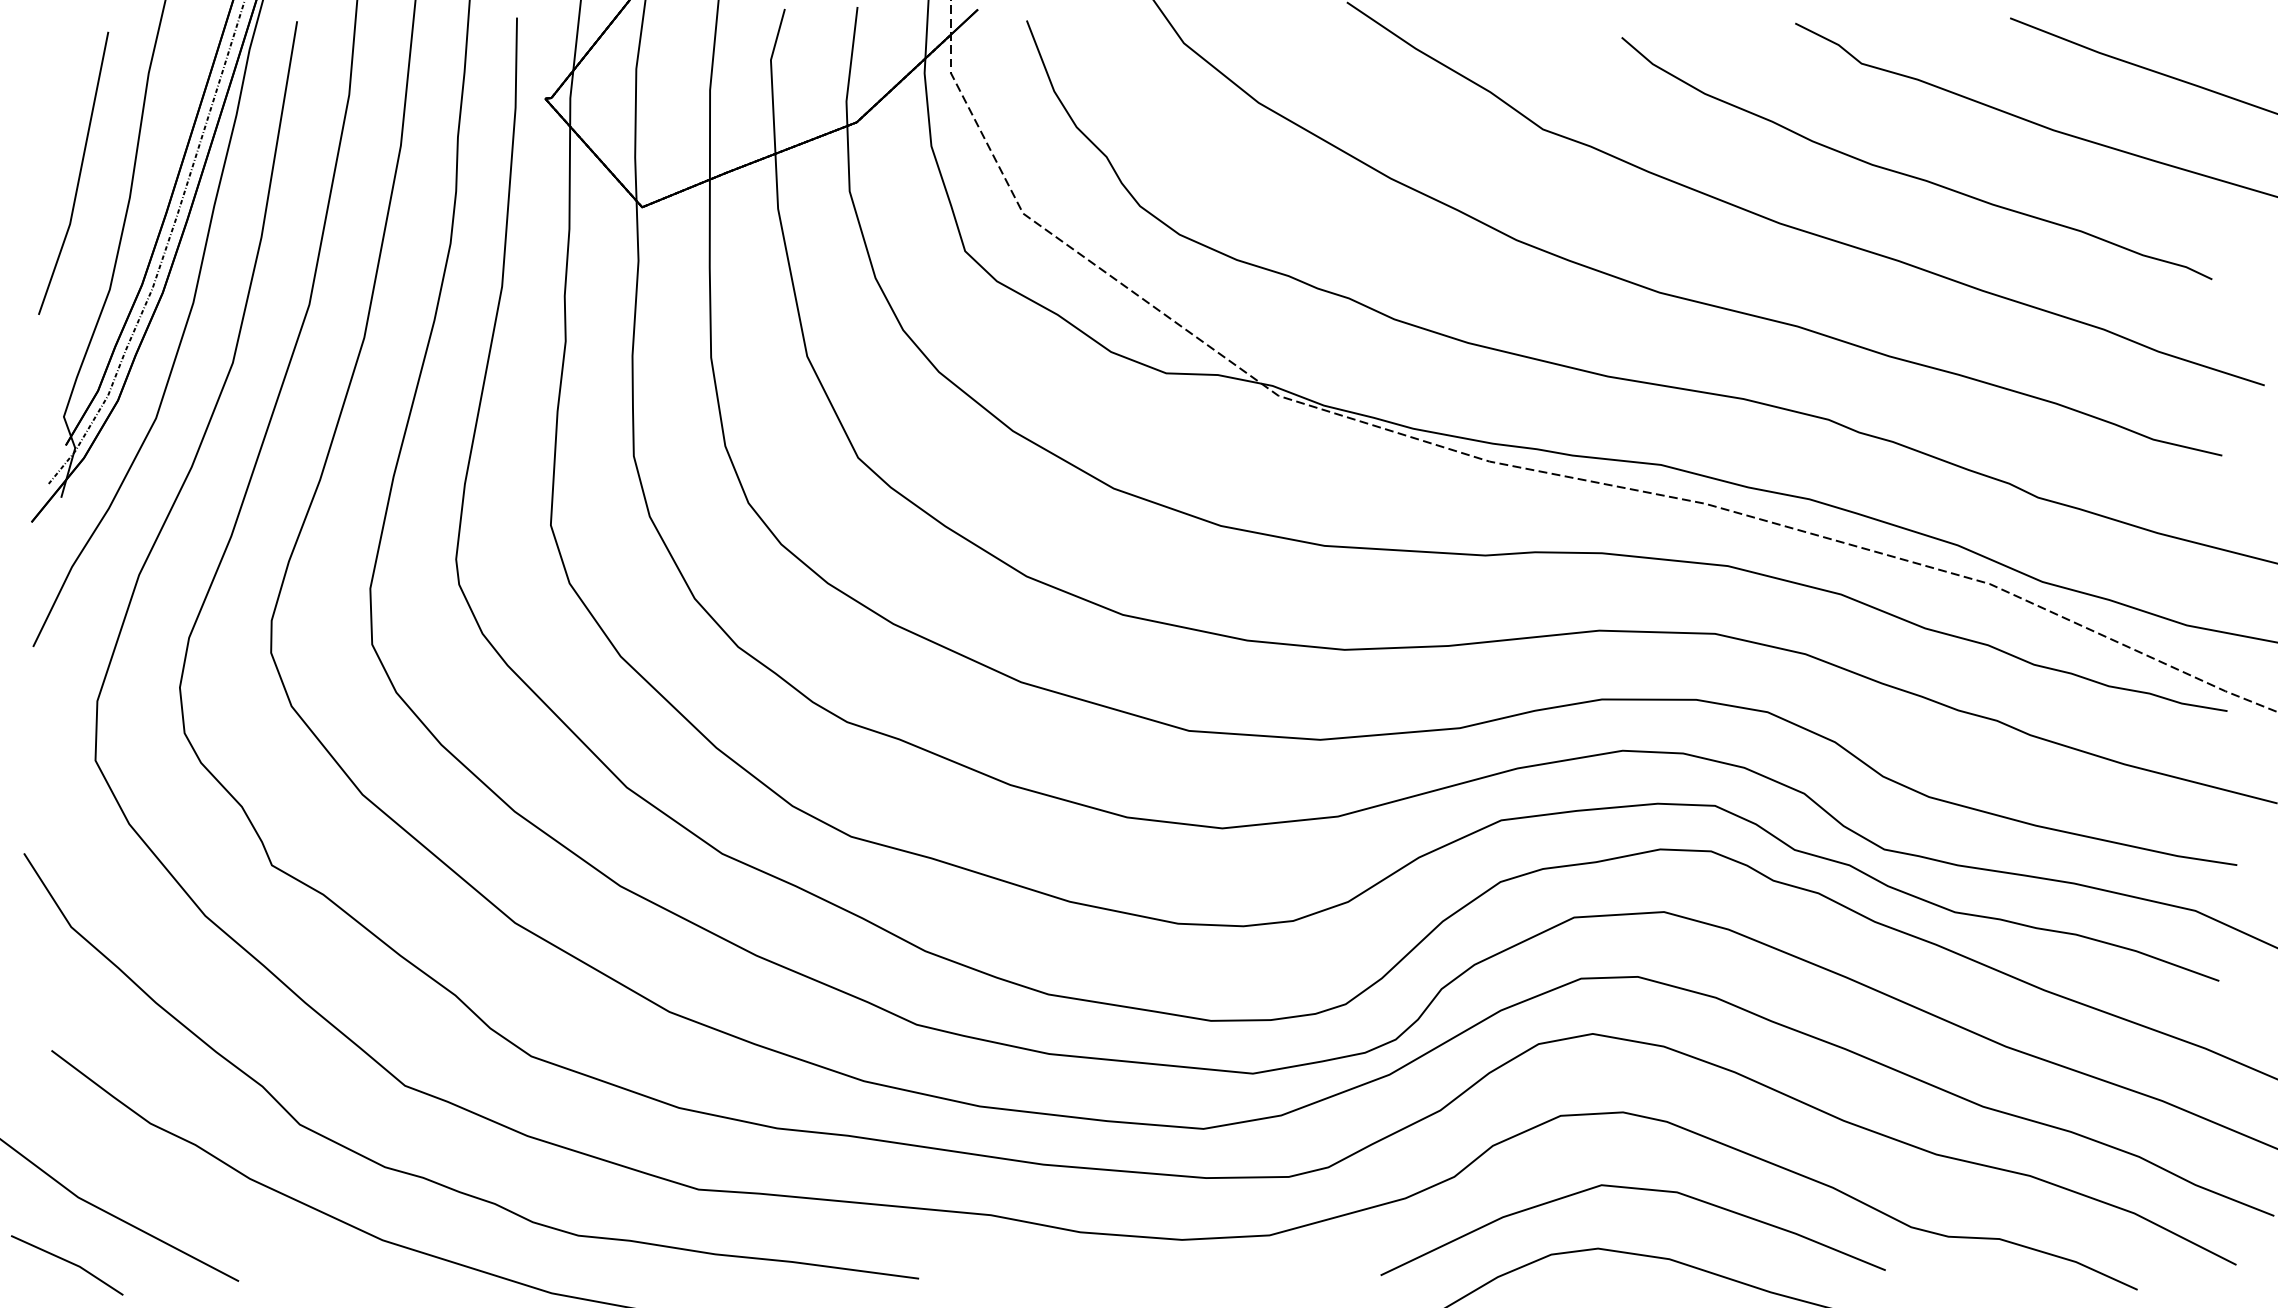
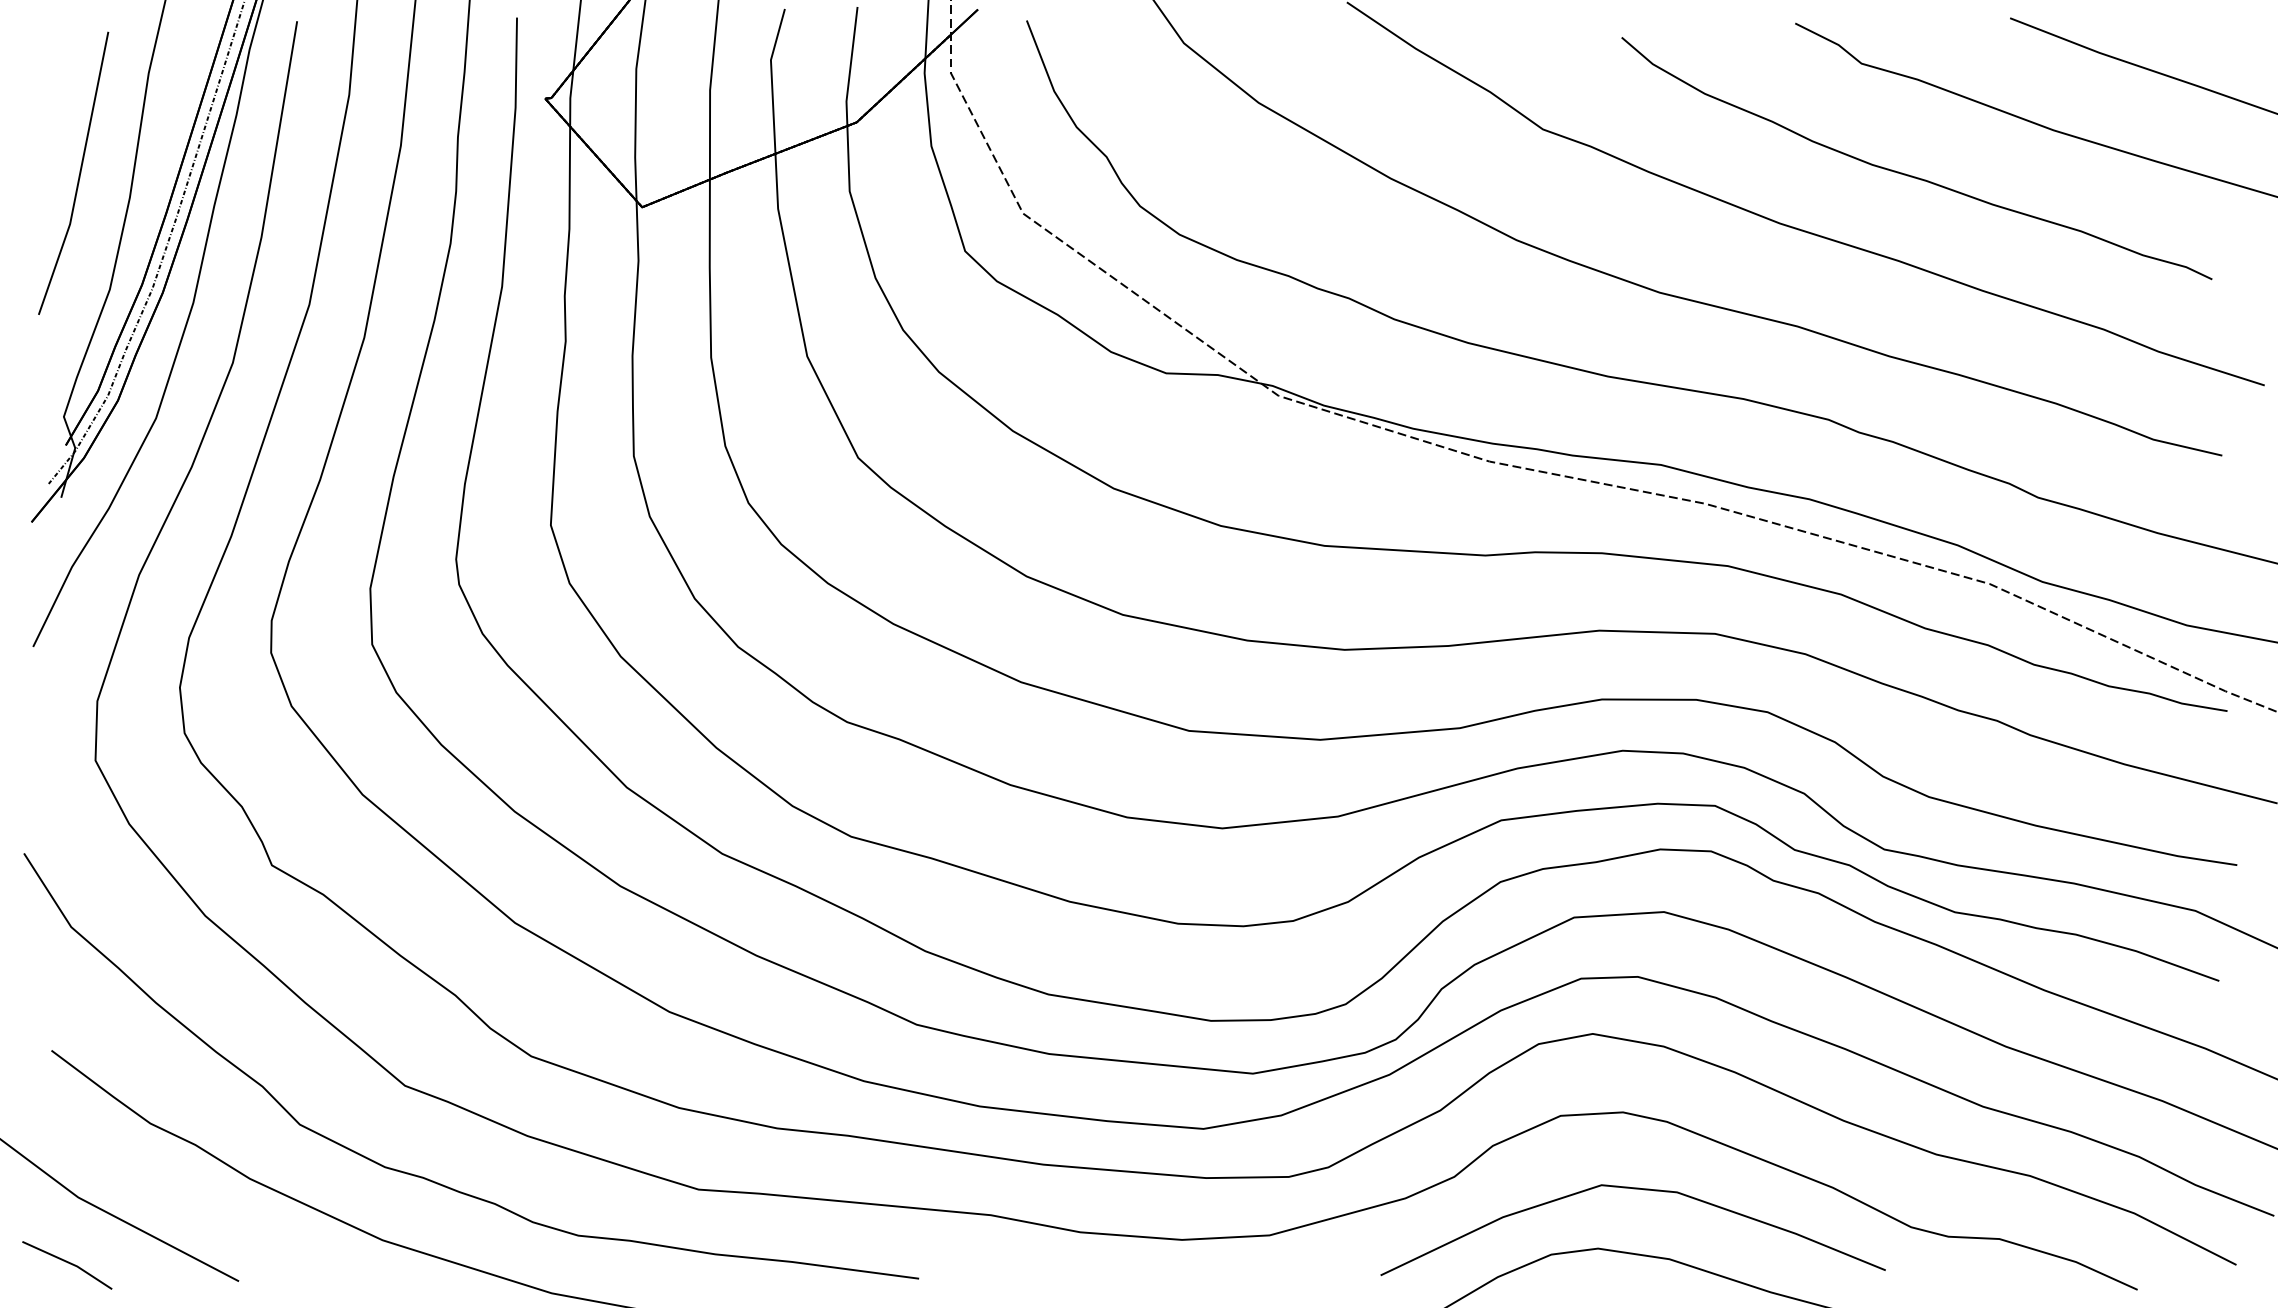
part at (67, 1265) size: 113x61 px -> 91x49 px
